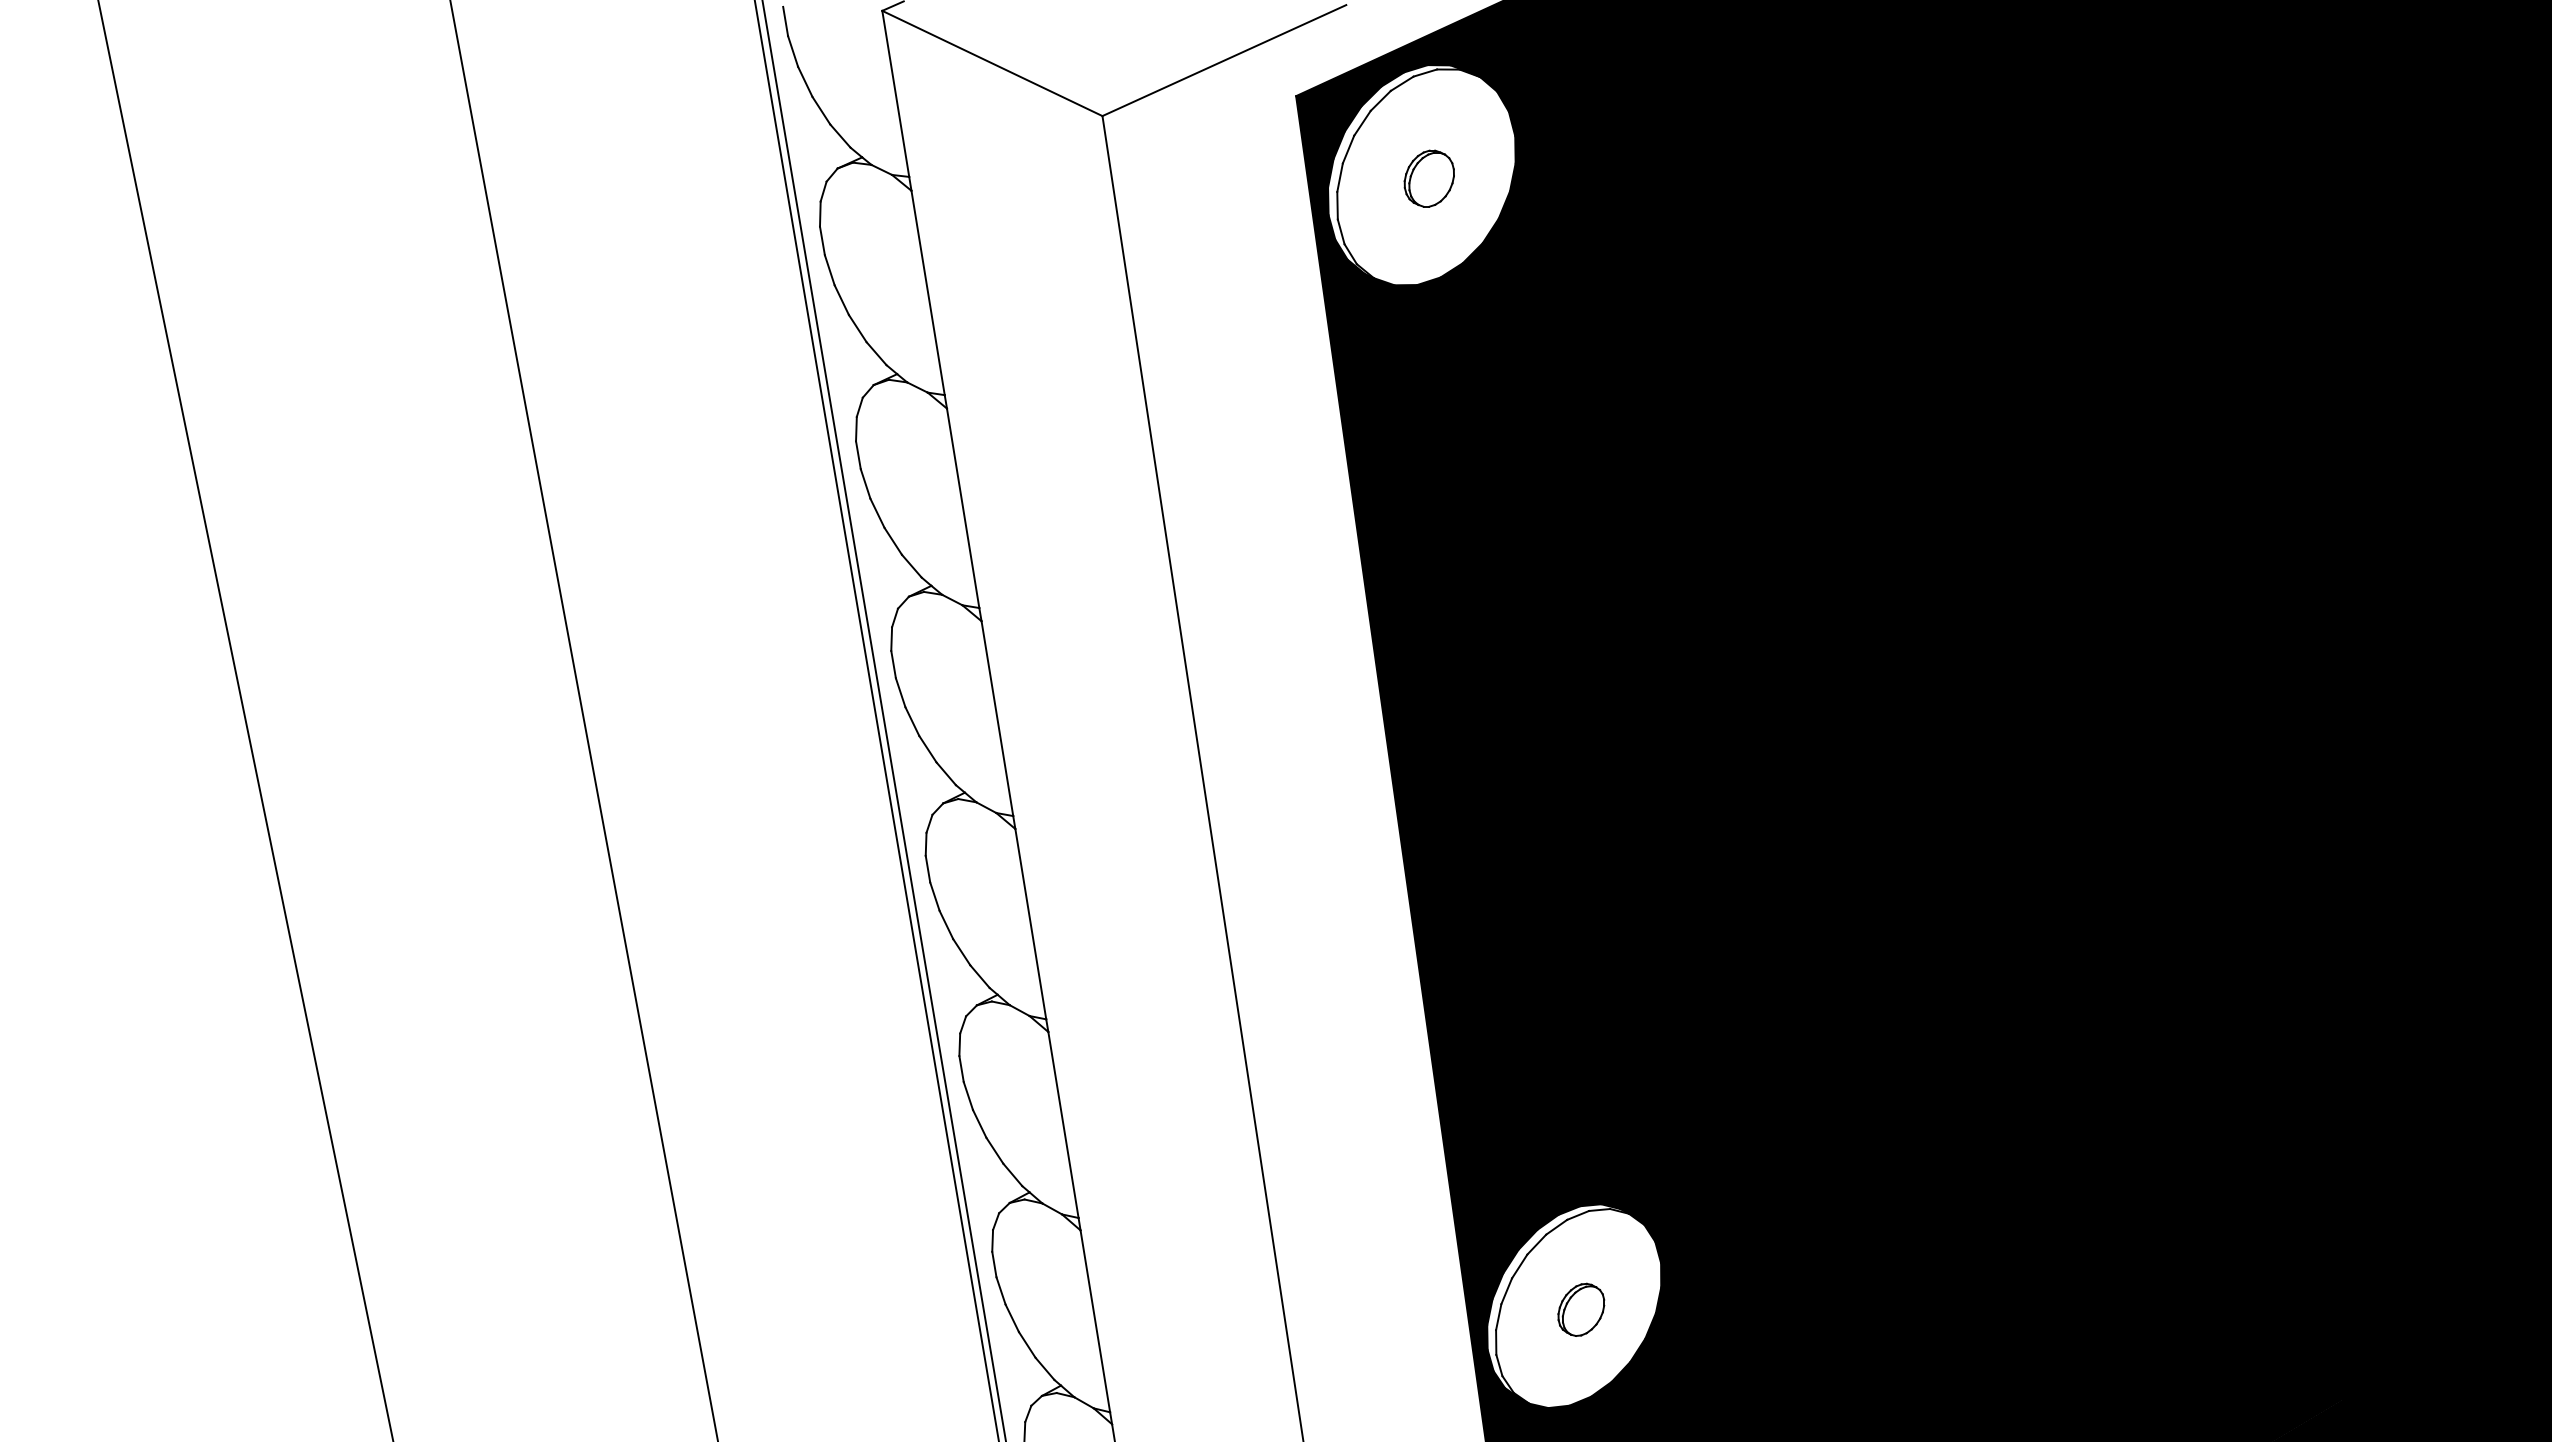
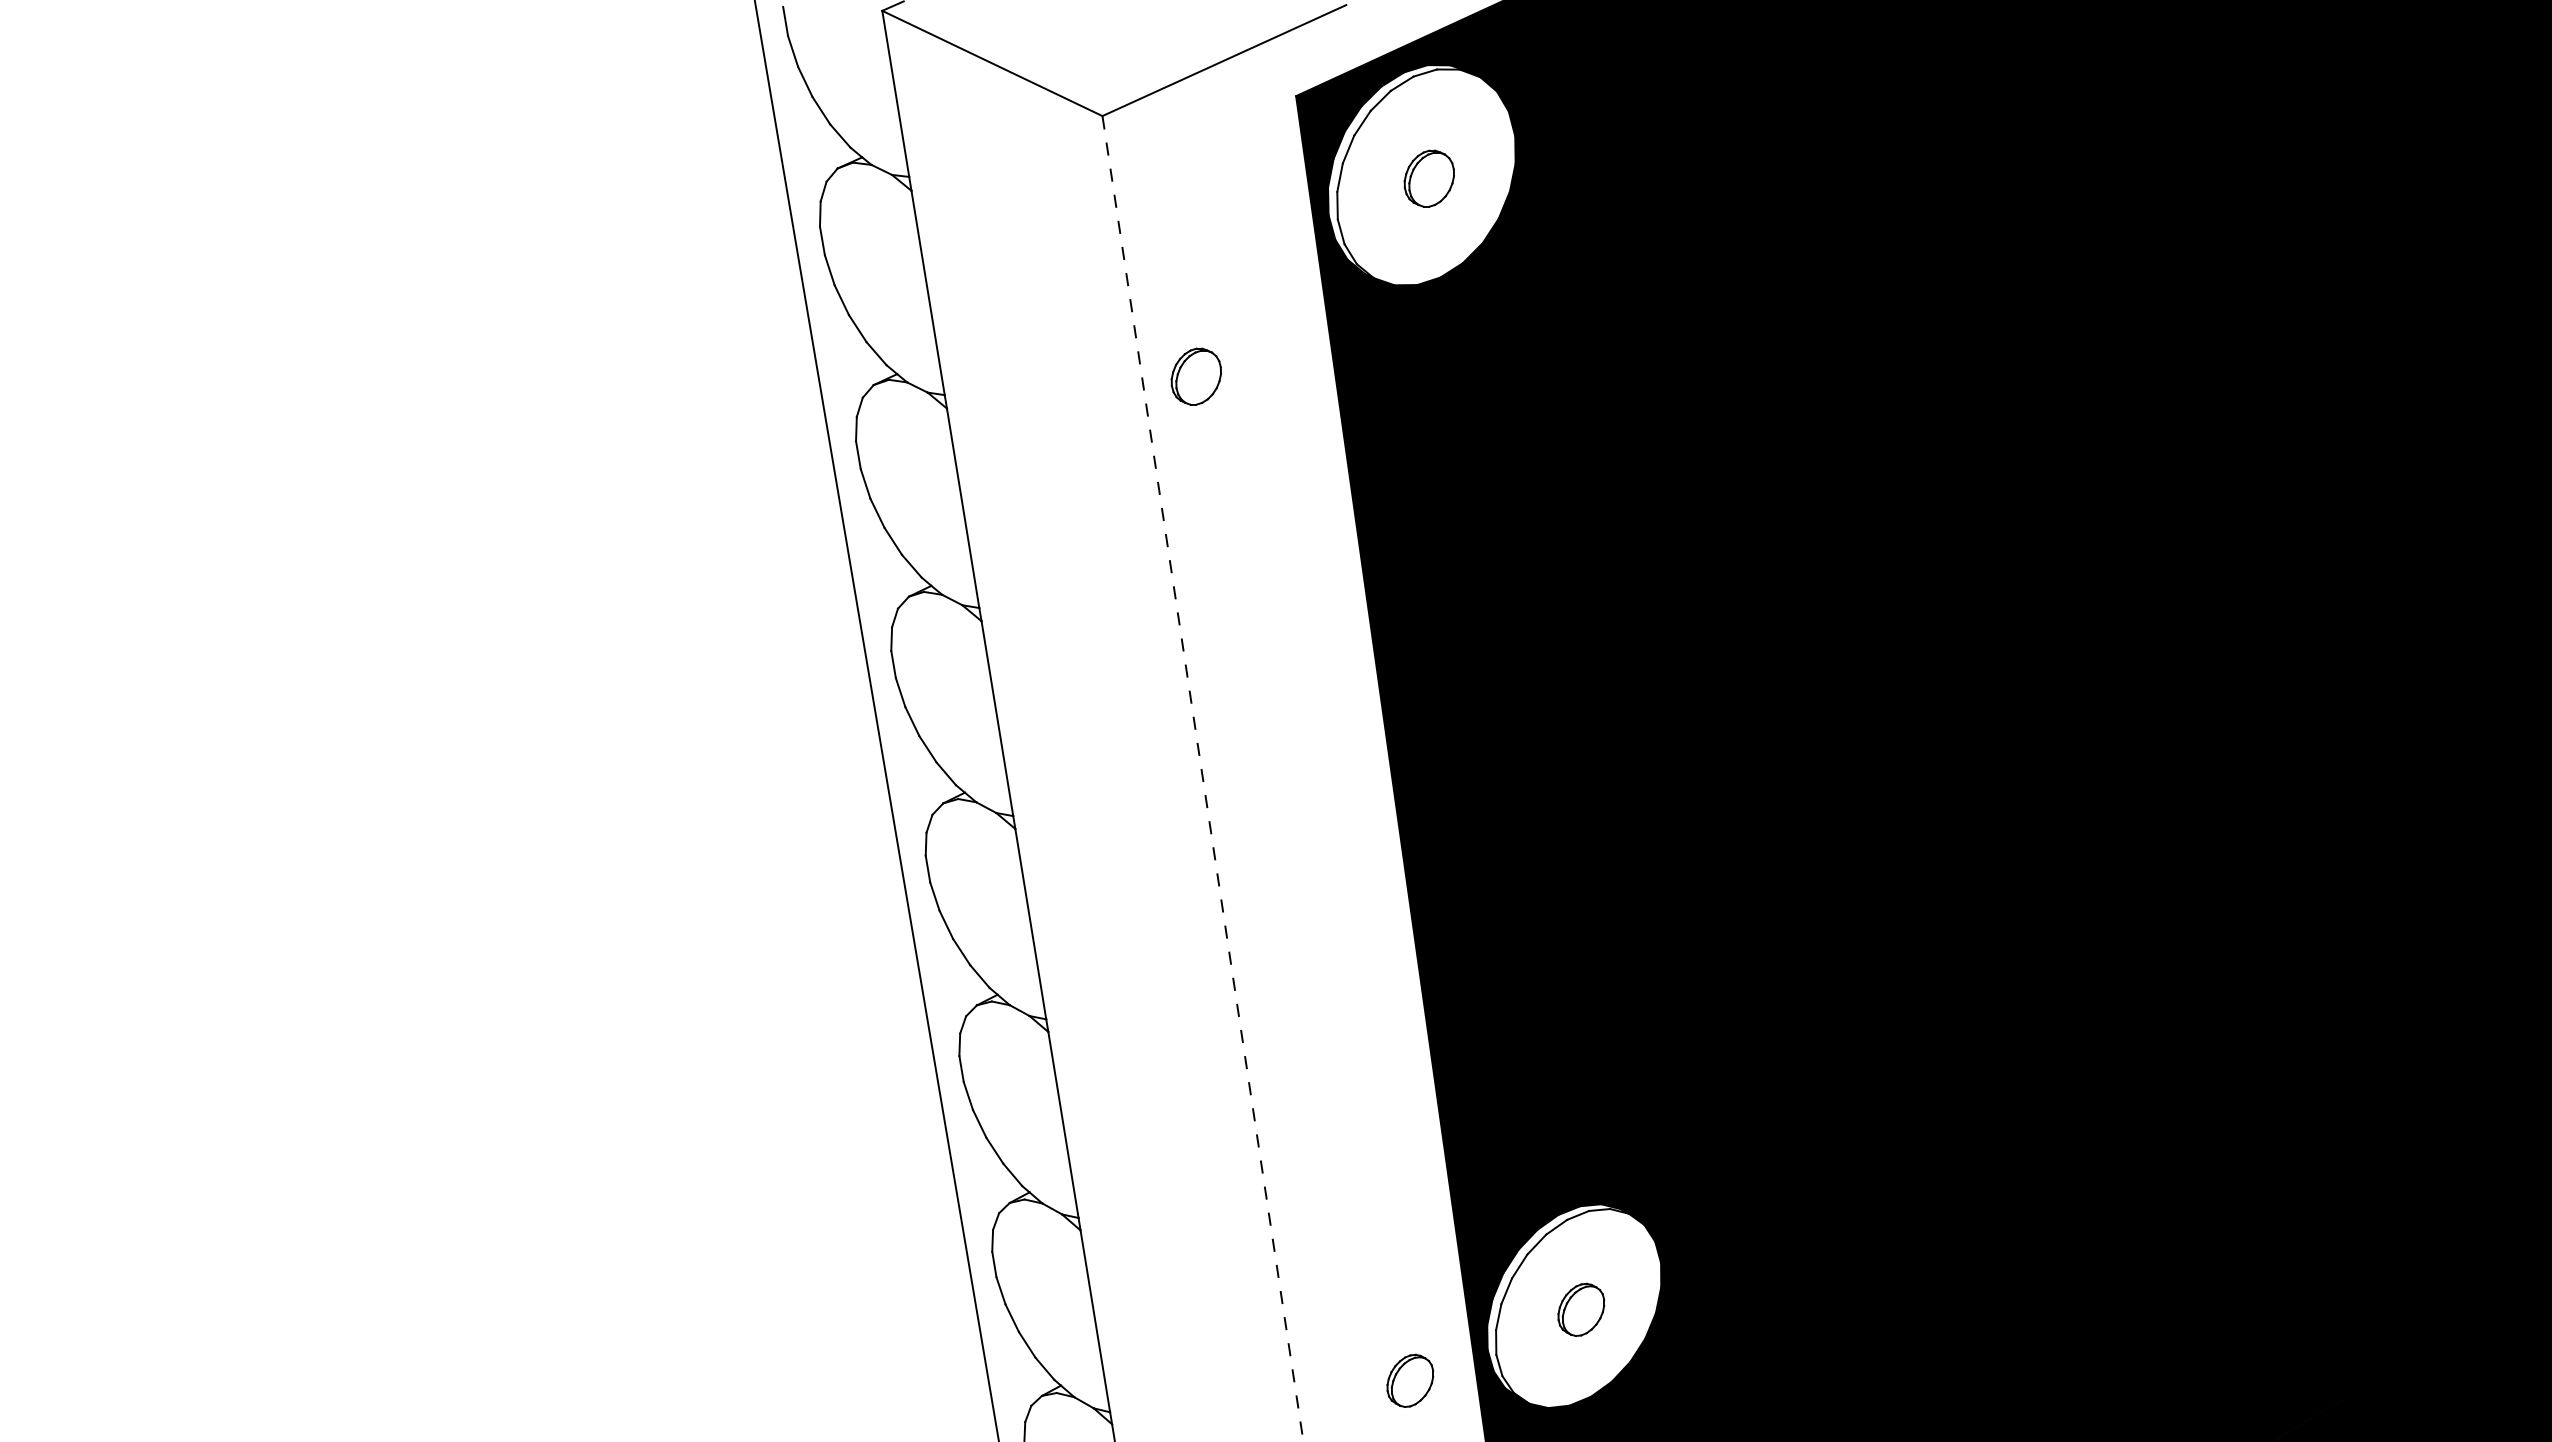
part at (1195, 376): none -> present
line at (245, 720): present -> none
line at (583, 720): present -> none
line at (883, 720): present -> none
line at (1202, 778): solid -> dashed
part at (1410, 1380): none -> present
